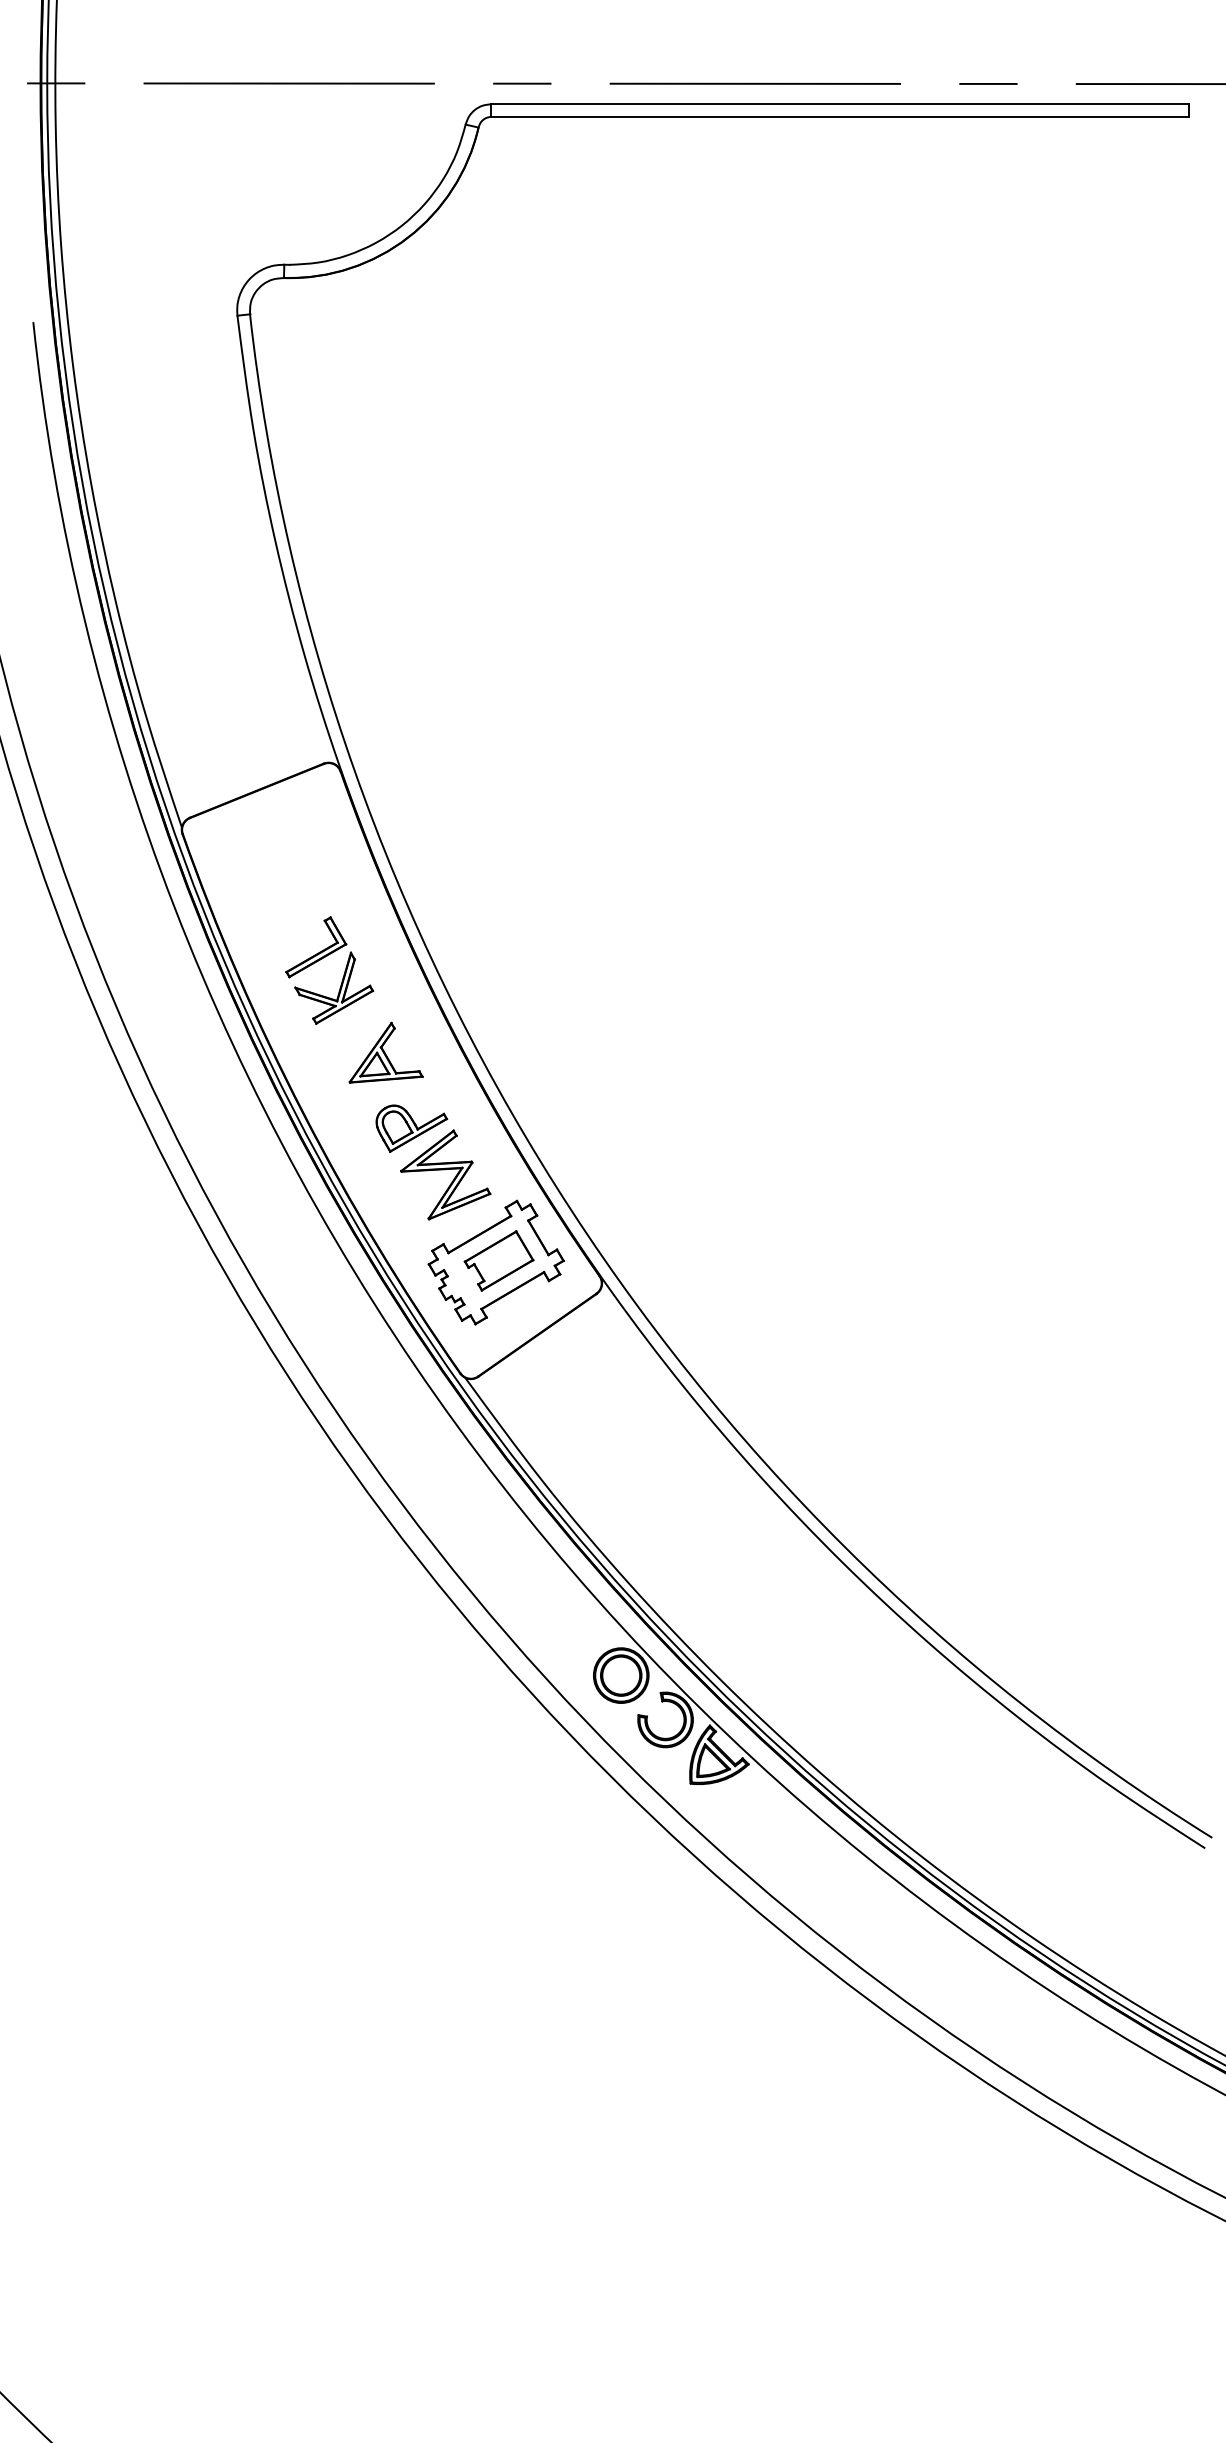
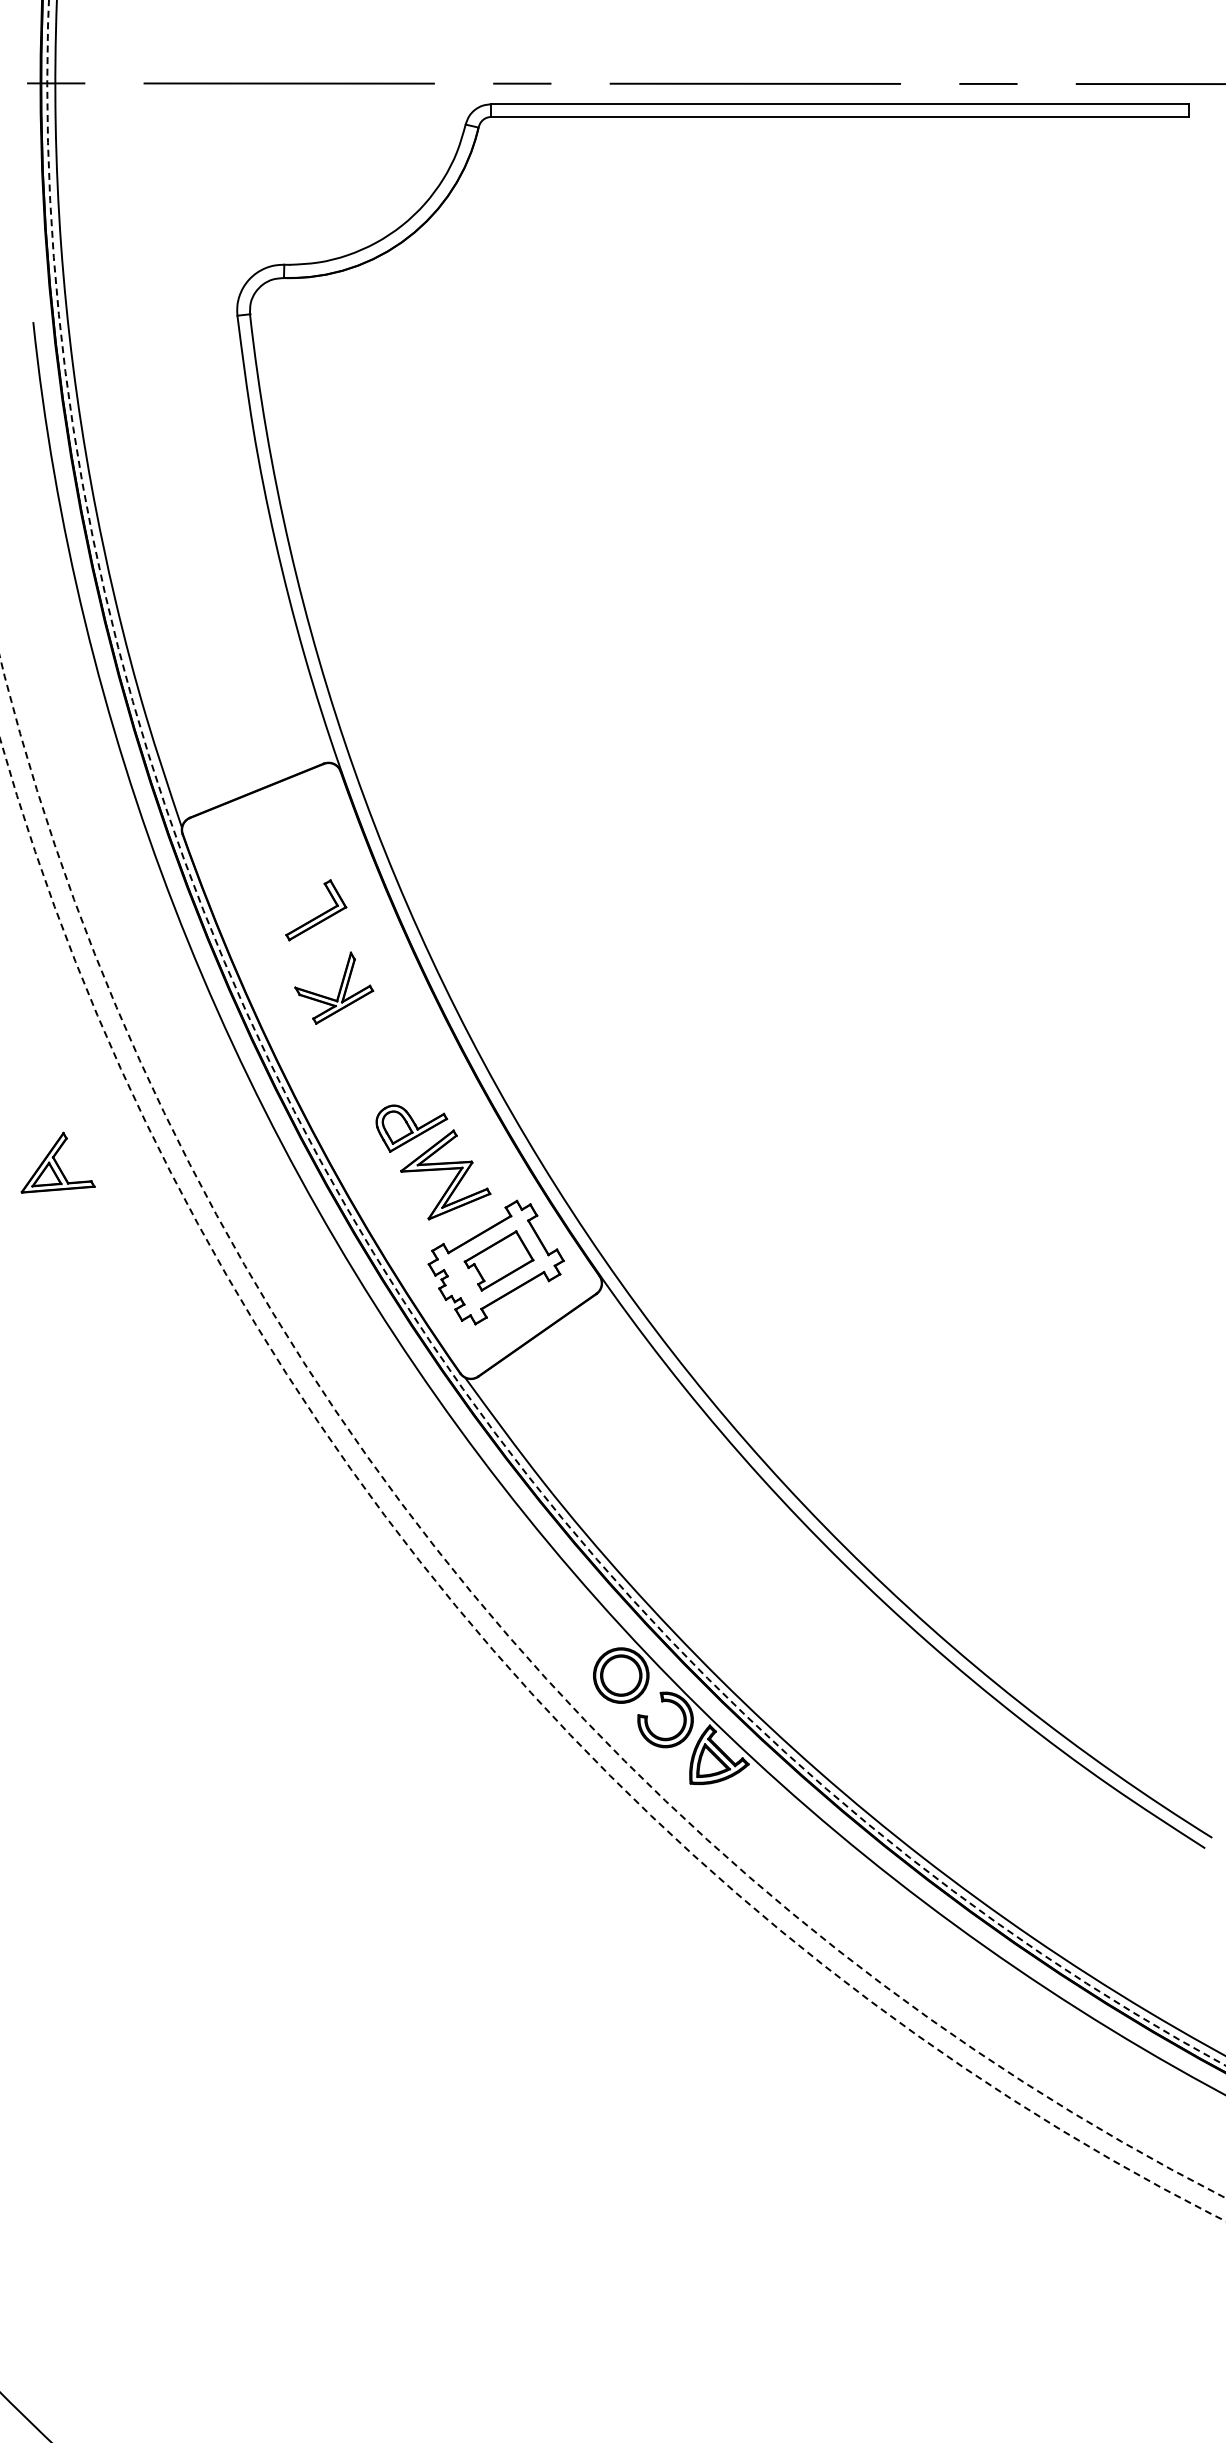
part at (316, 947) position: (316, 947) -> (316, 910)
circle at (636, 1032): solid -> dashed
part at (385, 1052) position: (385, 1052) -> (57, 1162)
circle at (612, 1427): solid -> dashed
circle at (612, 1480): solid -> dashed
